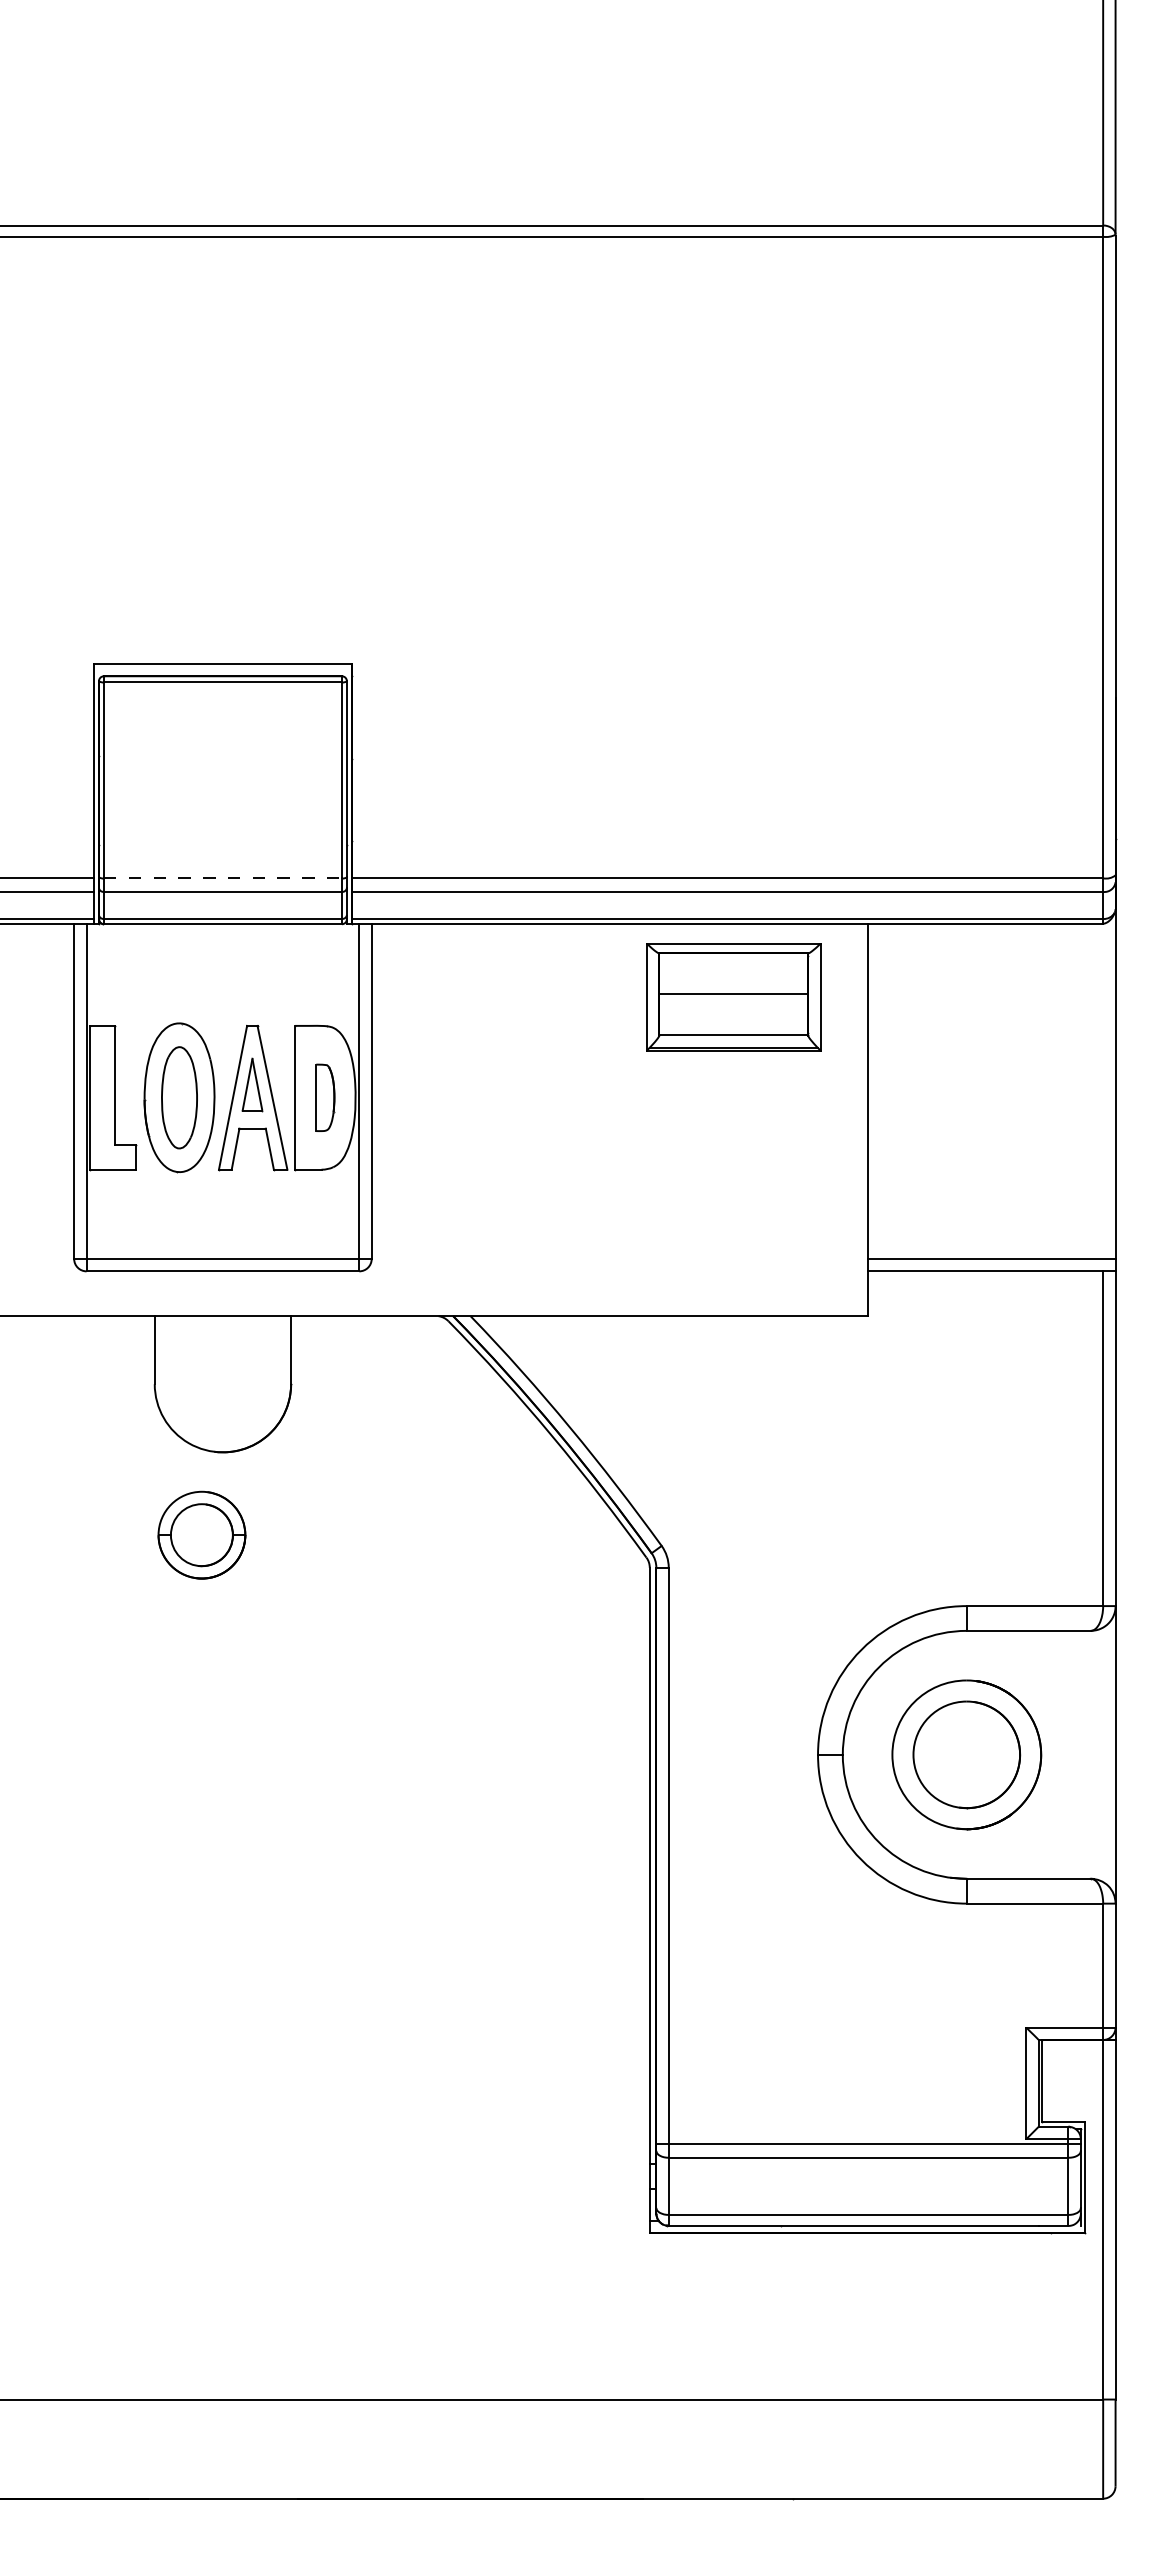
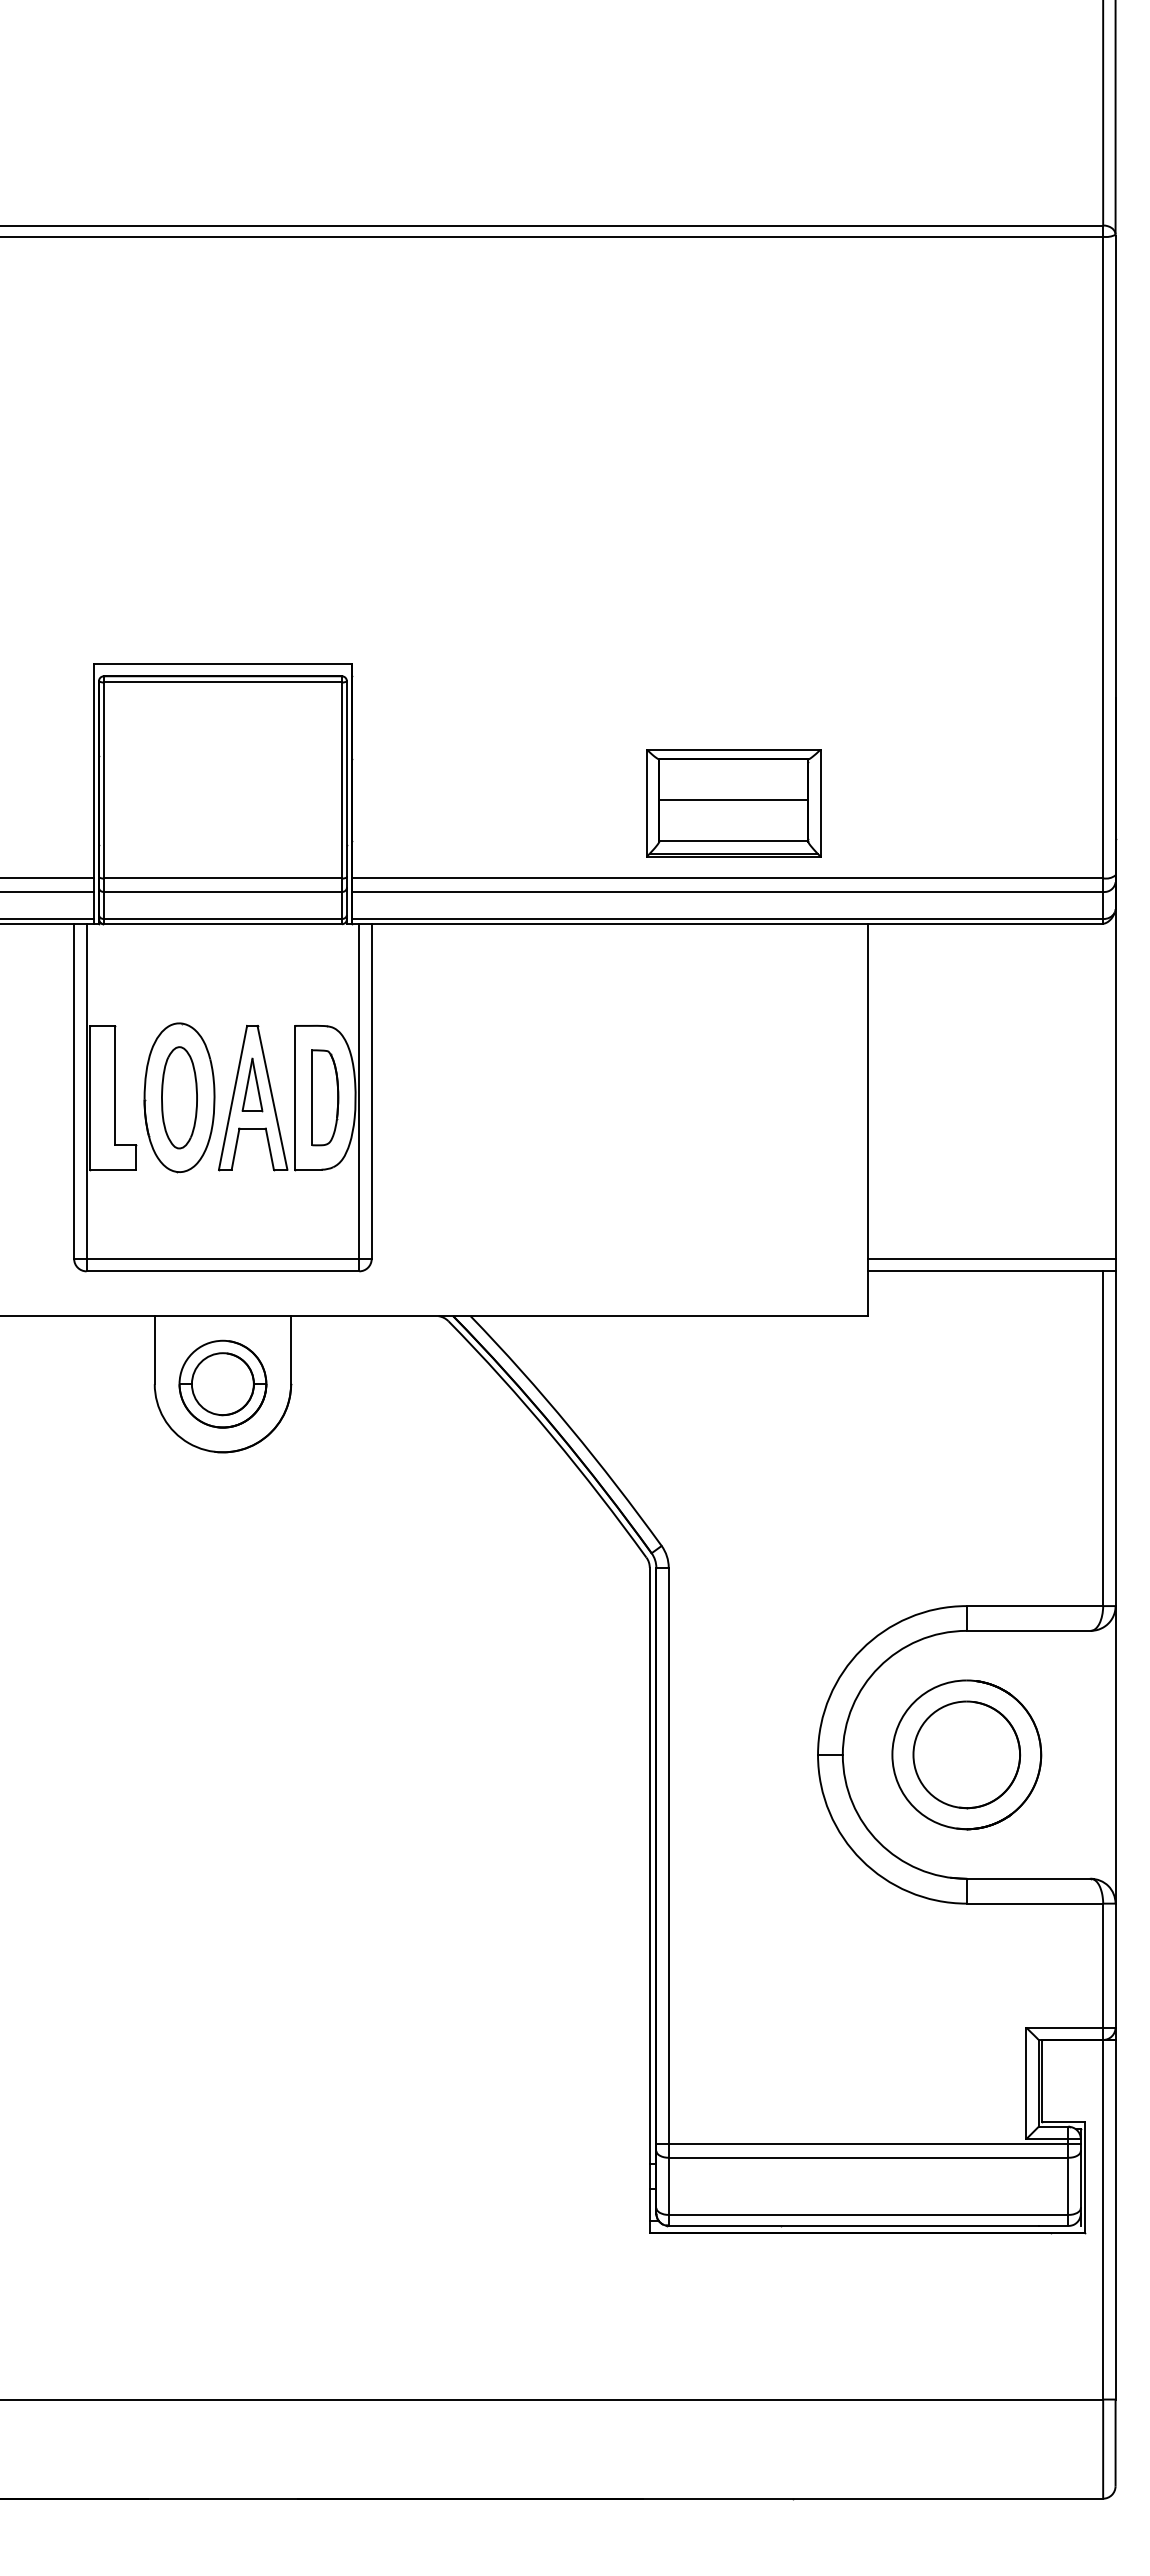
line at (223, 878): dashed -> solid
part at (733, 997) position: (733, 997) -> (733, 803)
part at (325, 1097) size: 21x69 px -> 29x98 px
part at (201, 1534) position: (201, 1534) -> (222, 1383)
